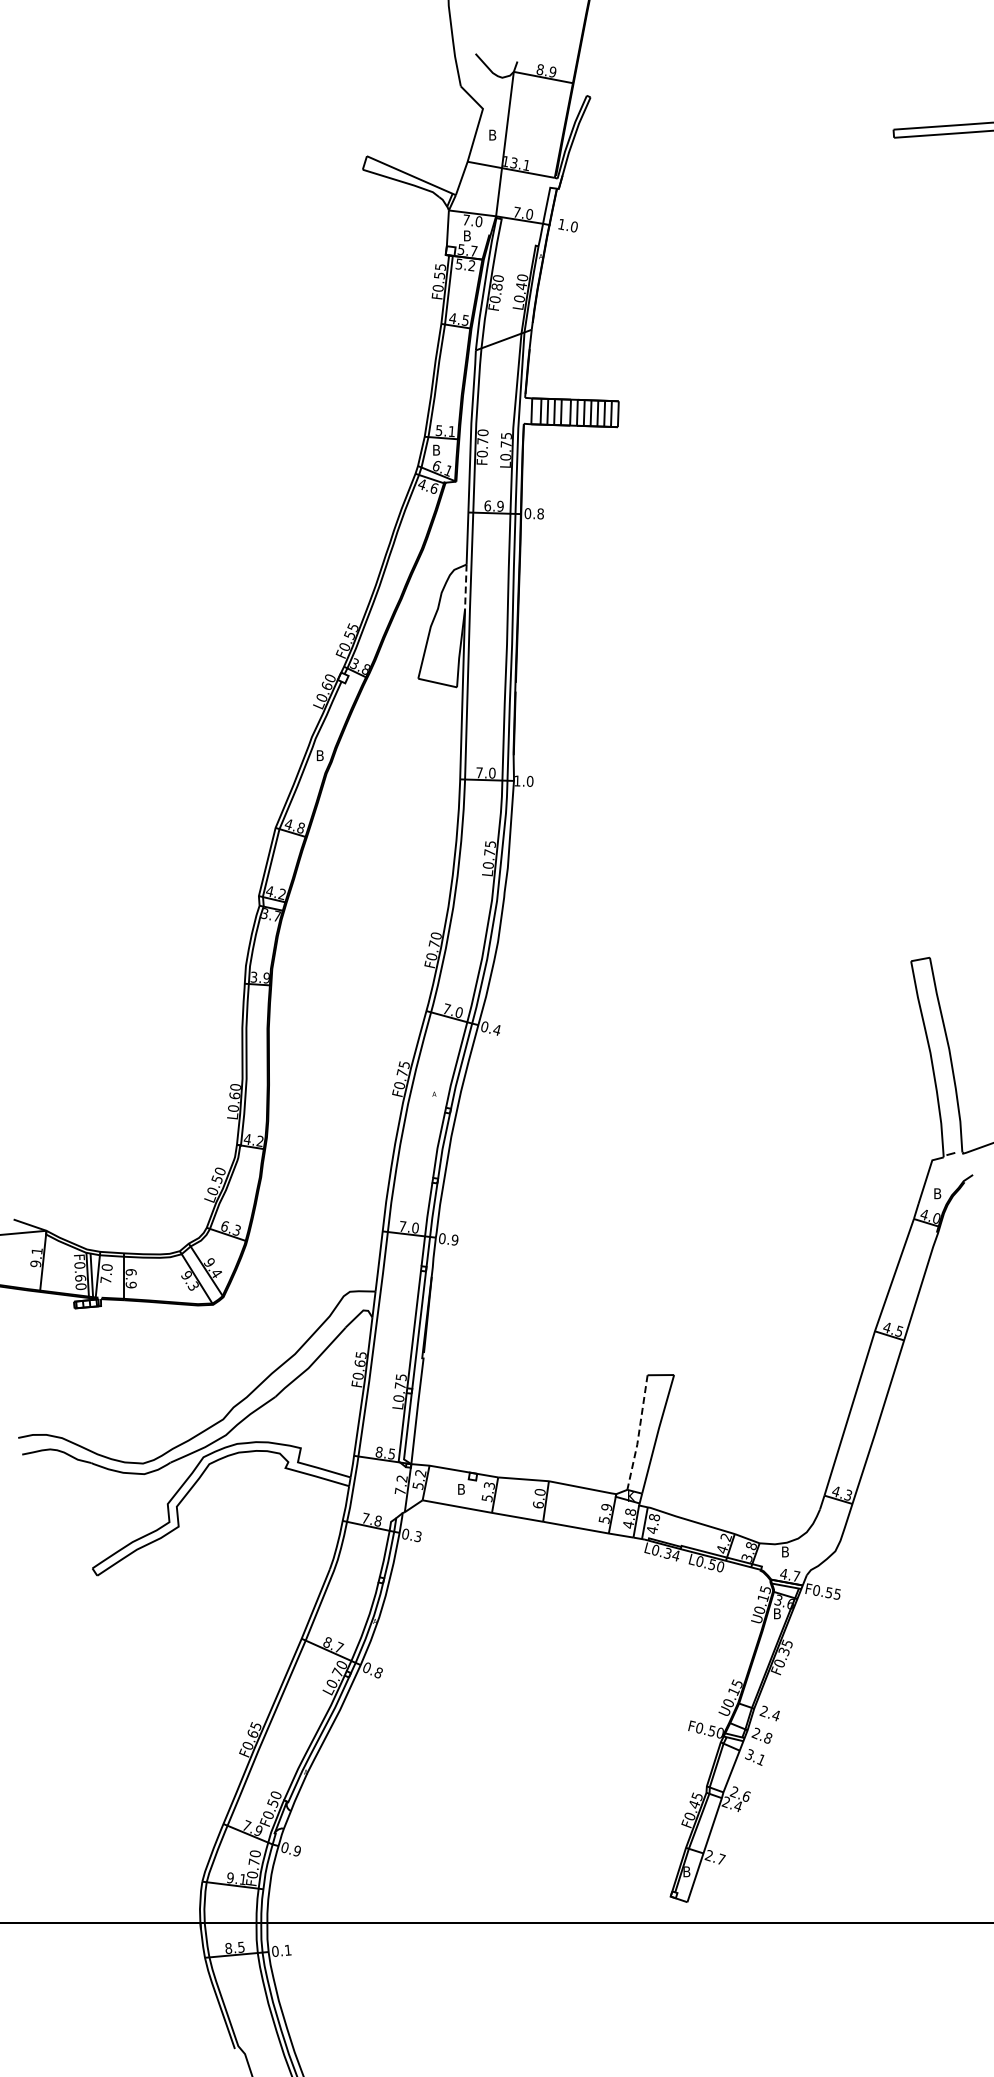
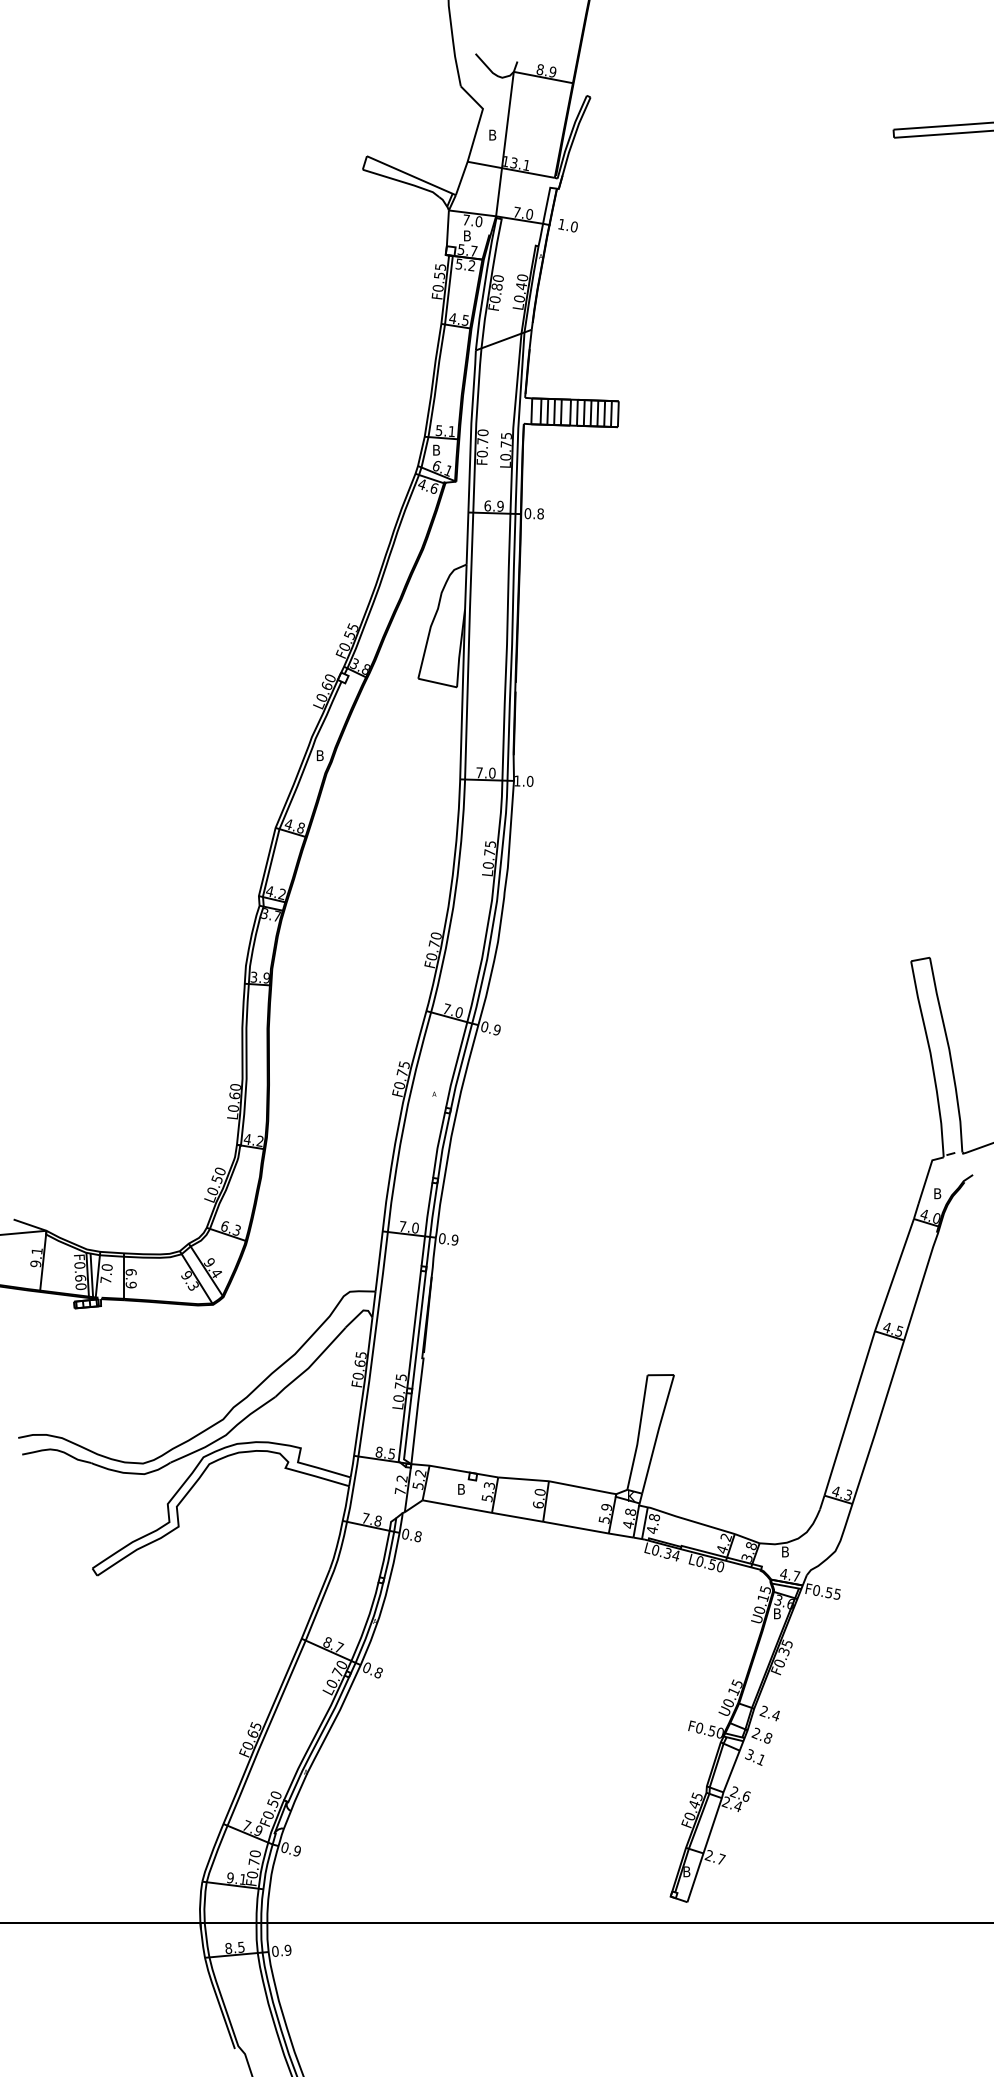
line at (465, 587): dashed -> solid
text at (496, 1029): 0.4 -> 0.9
line at (638, 1434): dashed -> solid
text at (417, 1536): 0.3 -> 0.8
text at (287, 1949): 0.1 -> 0.9
